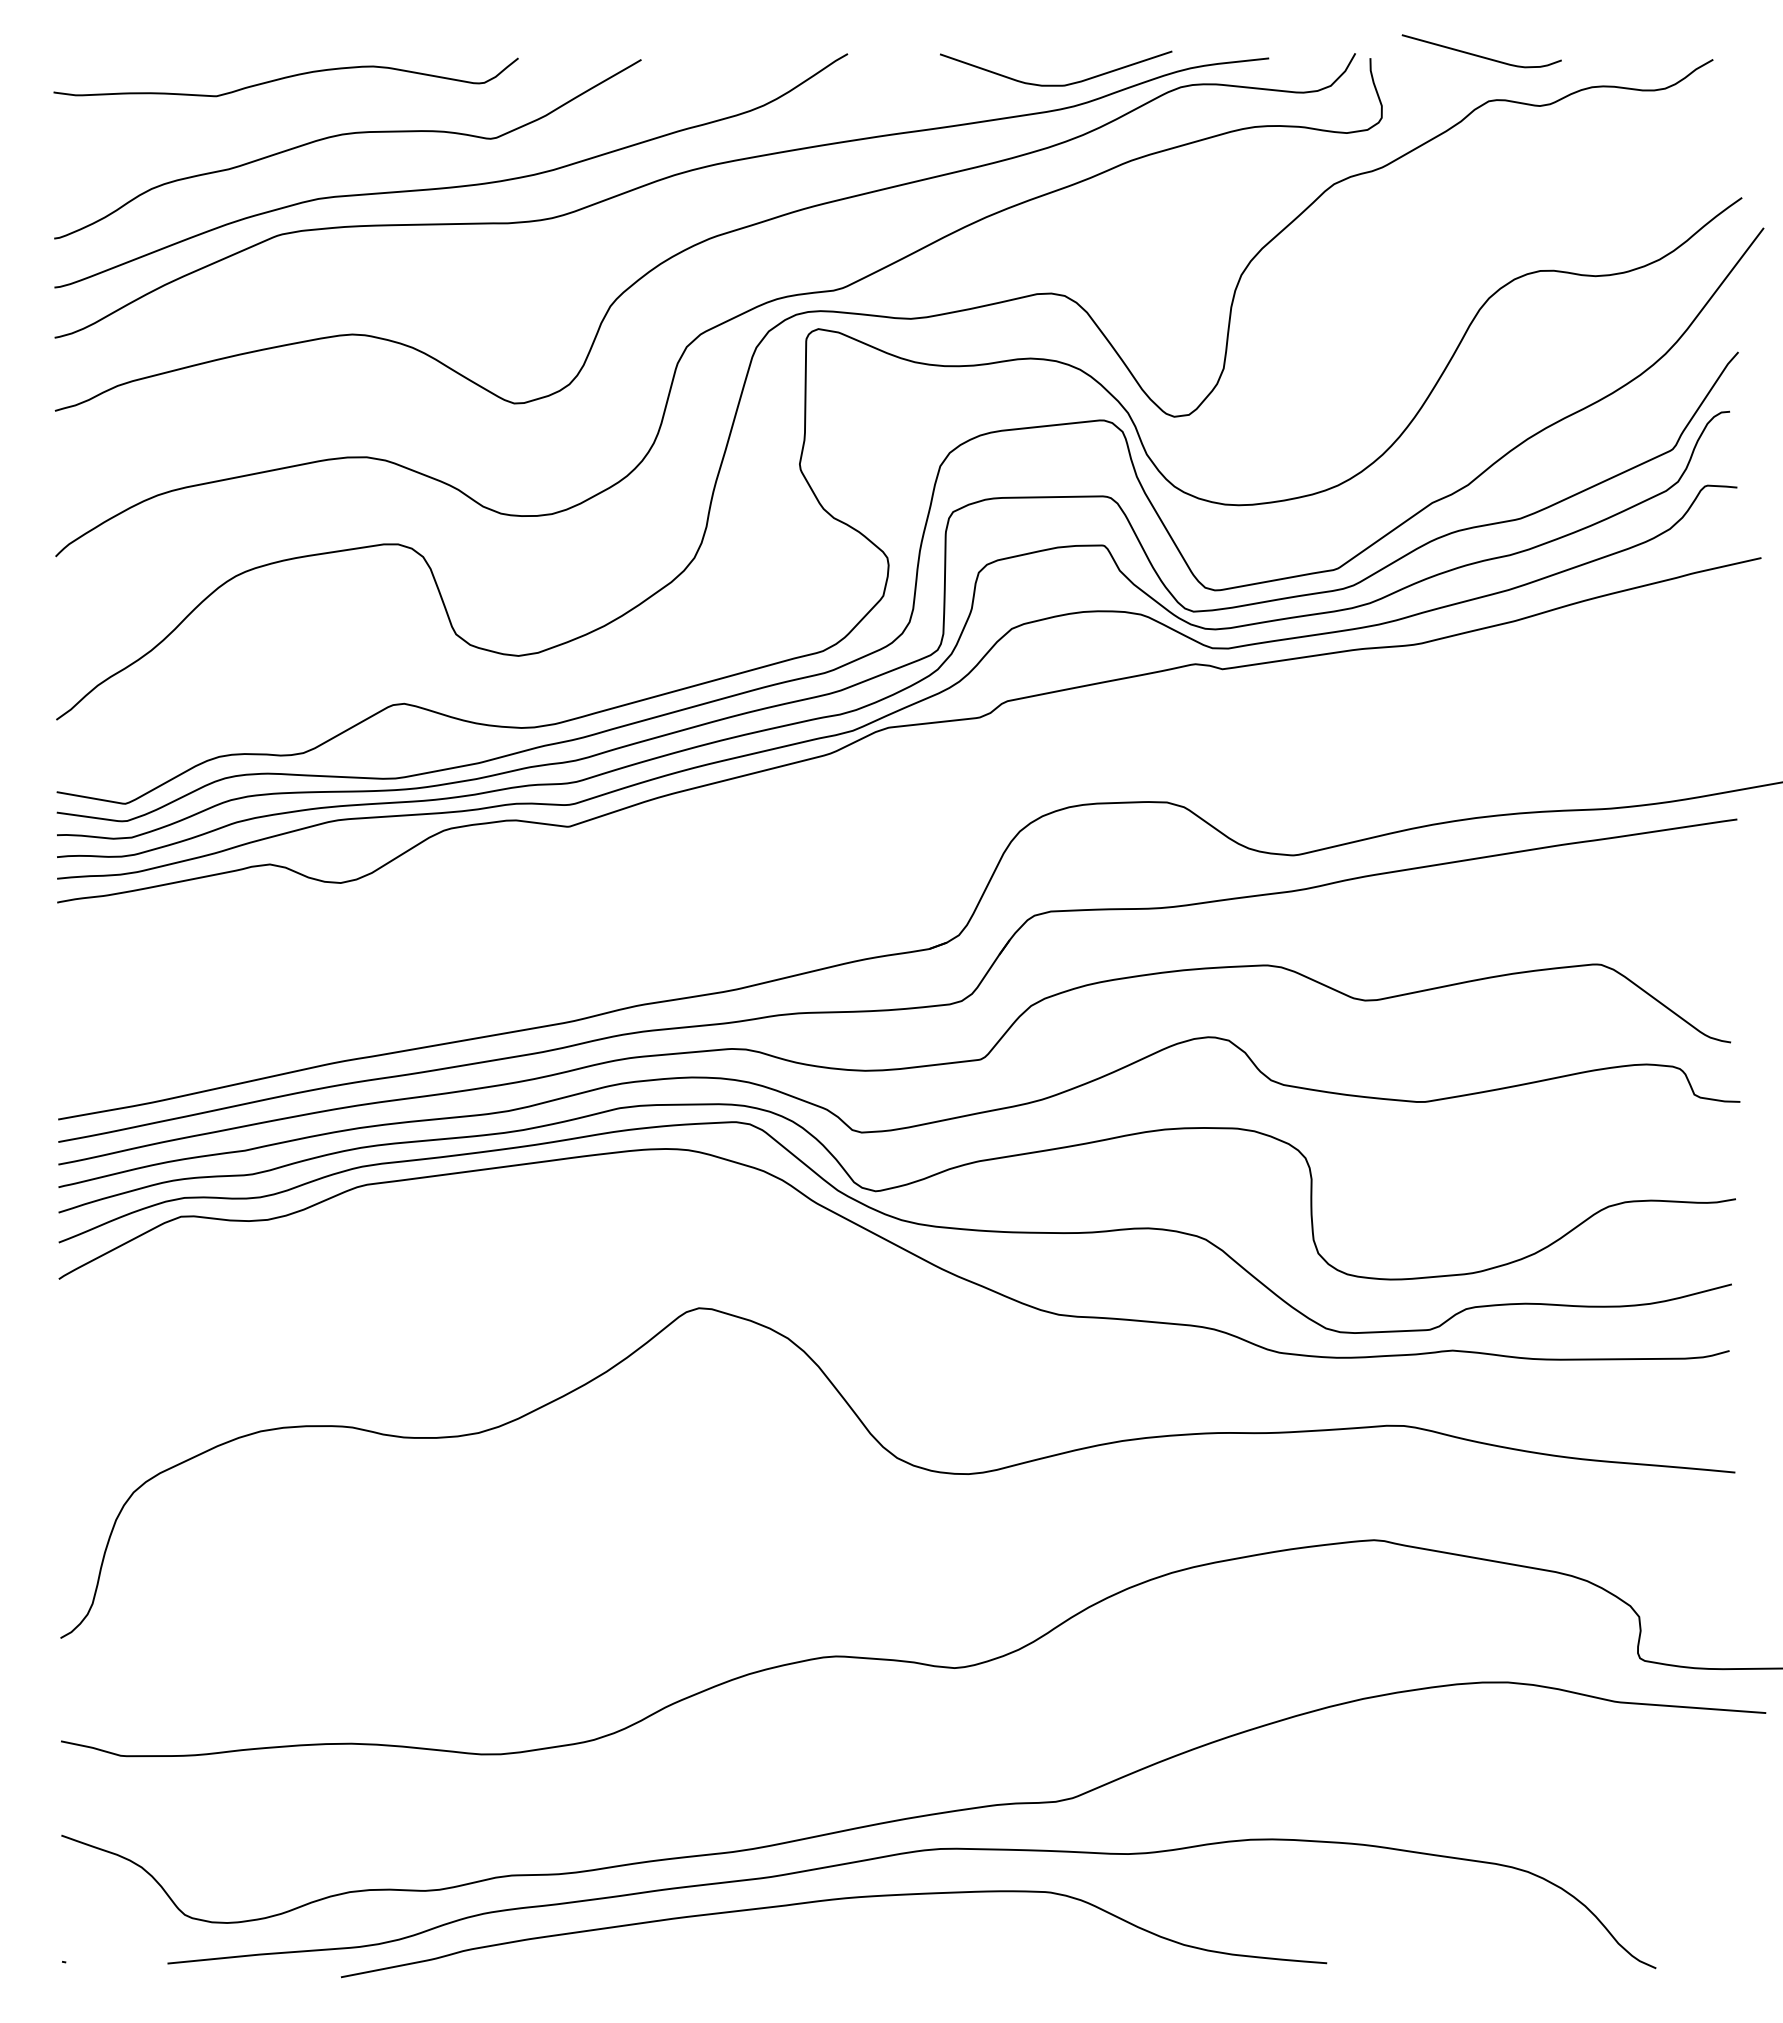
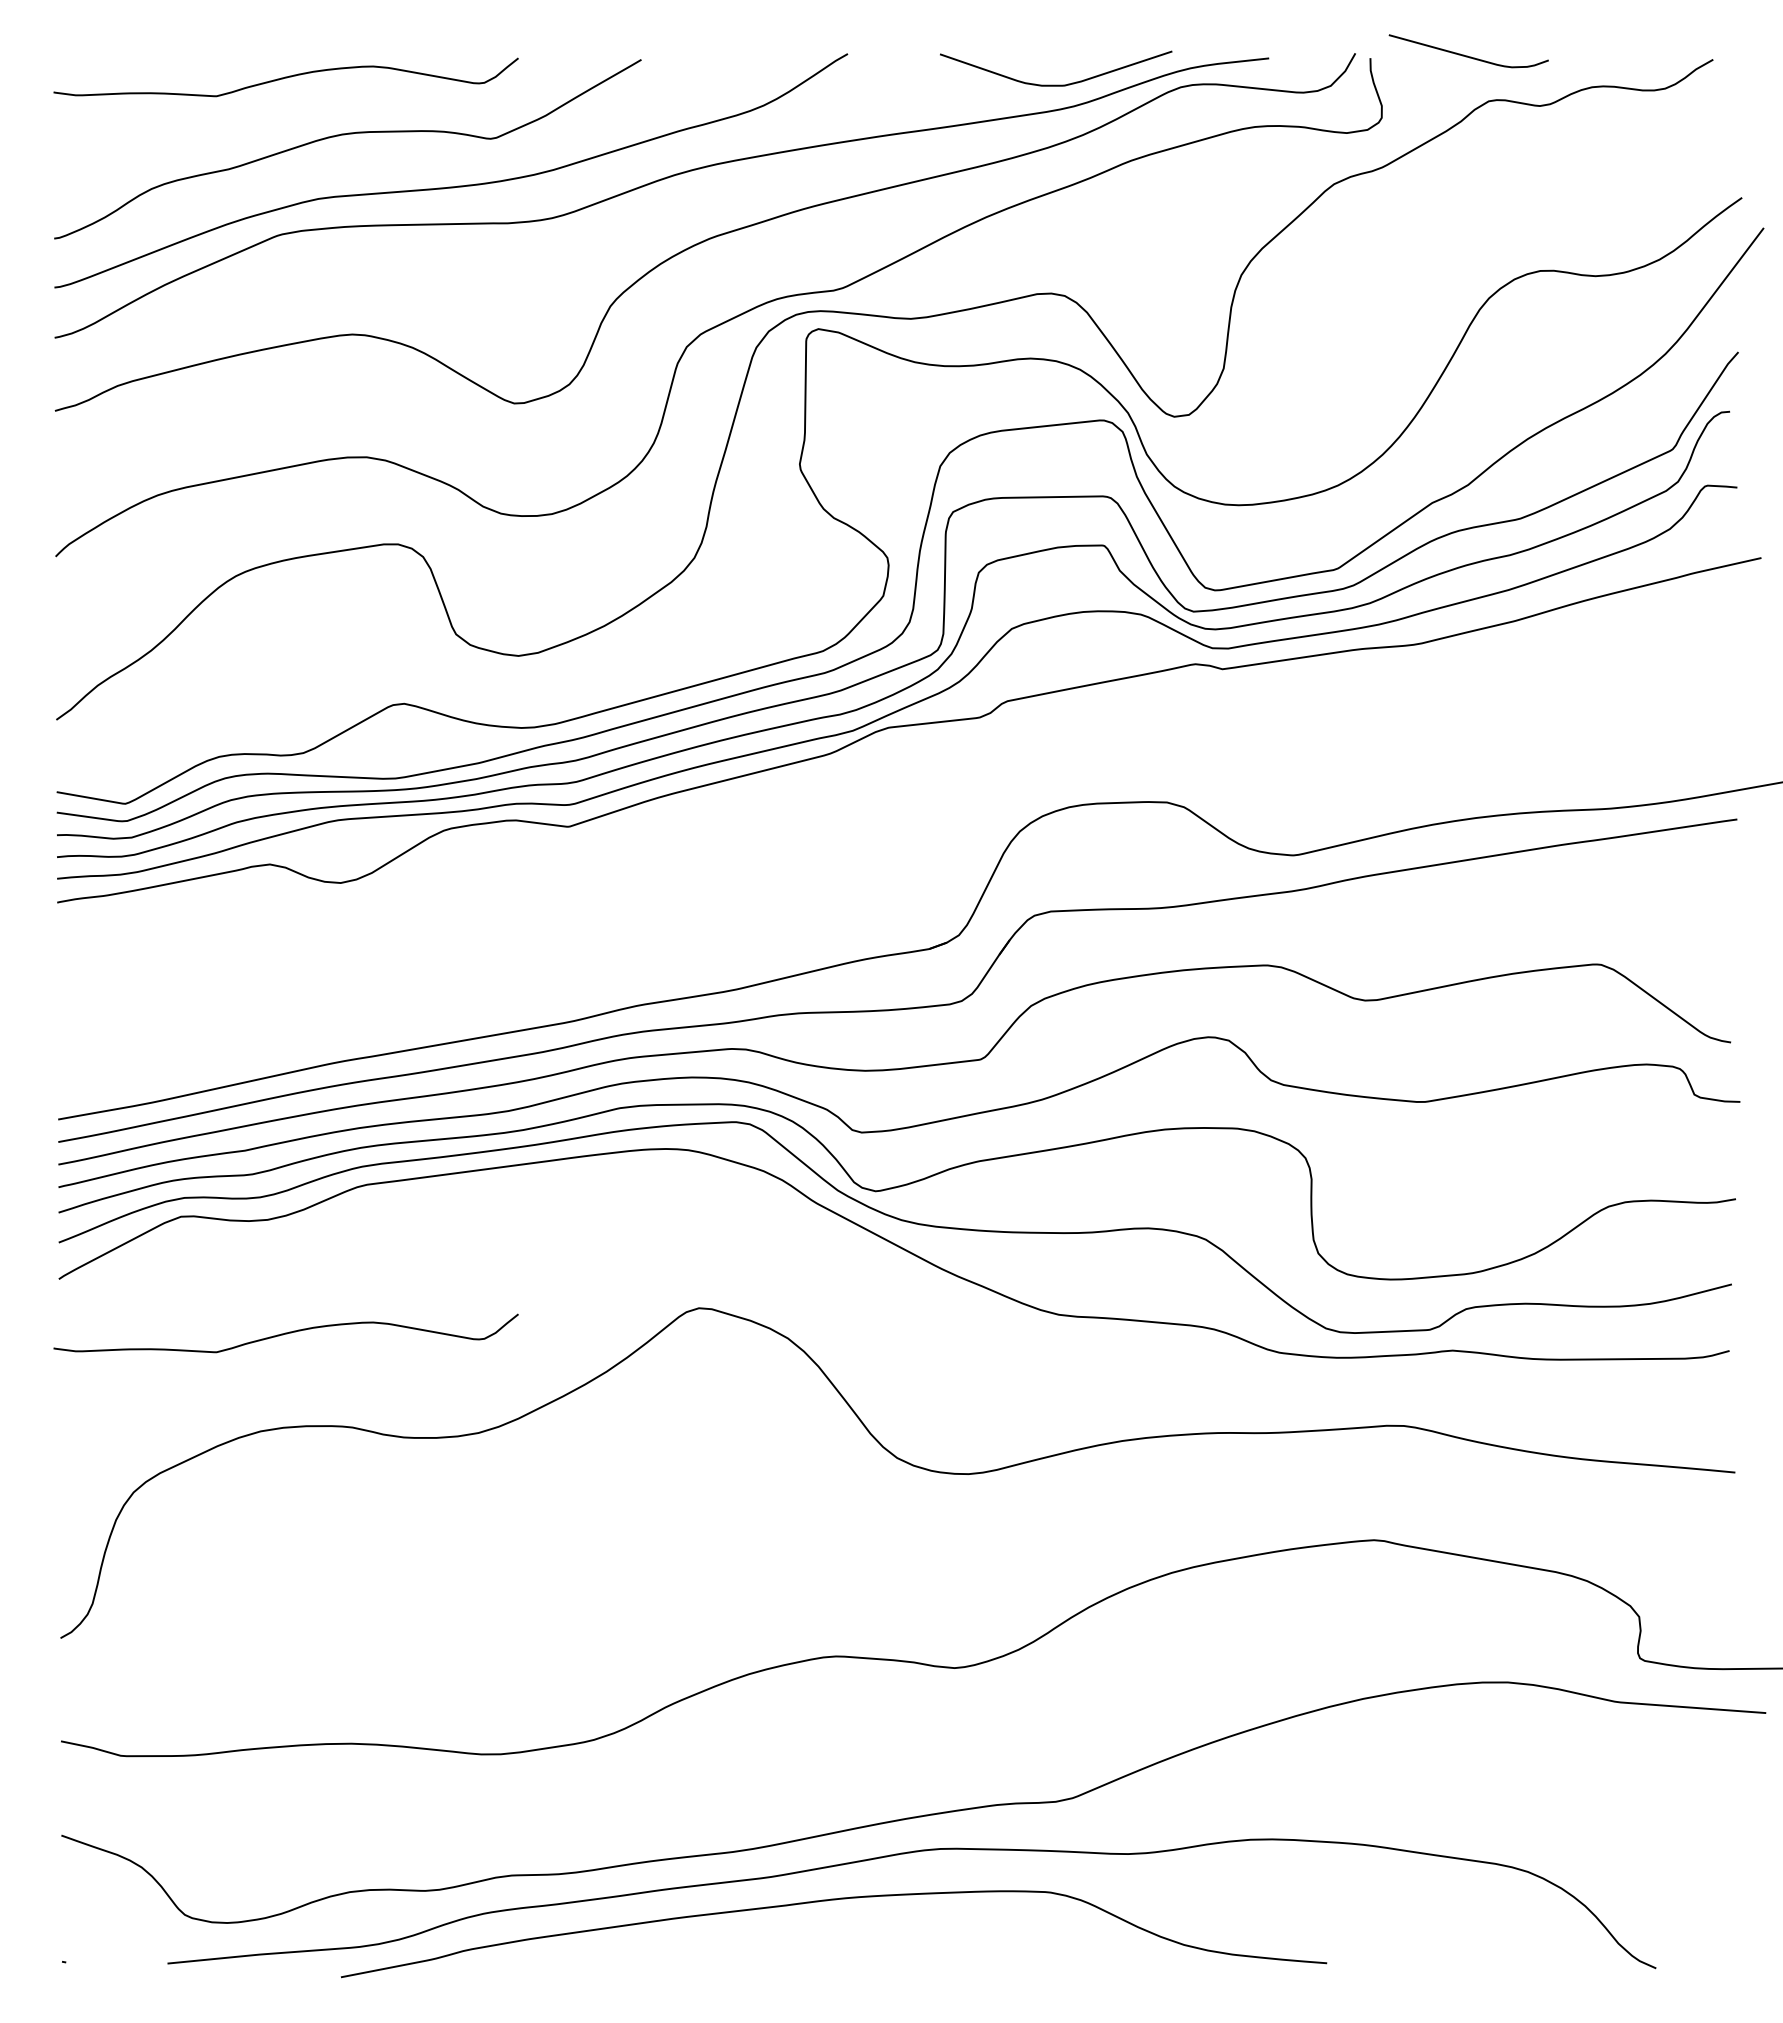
curve at (1480, 55) position: (1480, 55) -> (1467, 55)
curve at (285, 1333): none -> present
